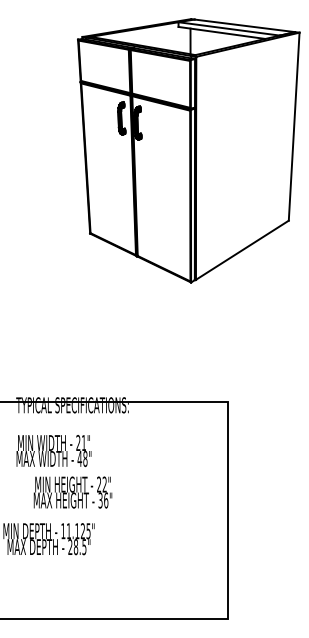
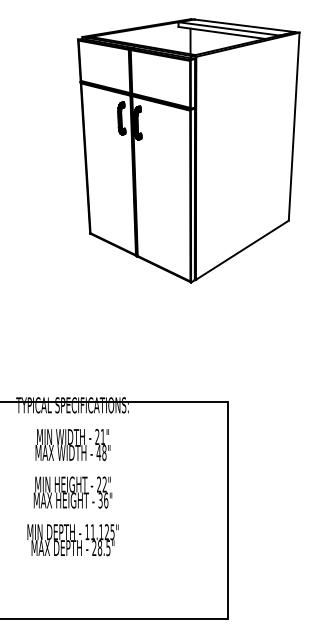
text at (53, 450) position: (53, 450) -> (72, 444)
text at (48, 539) position: (48, 539) -> (72, 540)
